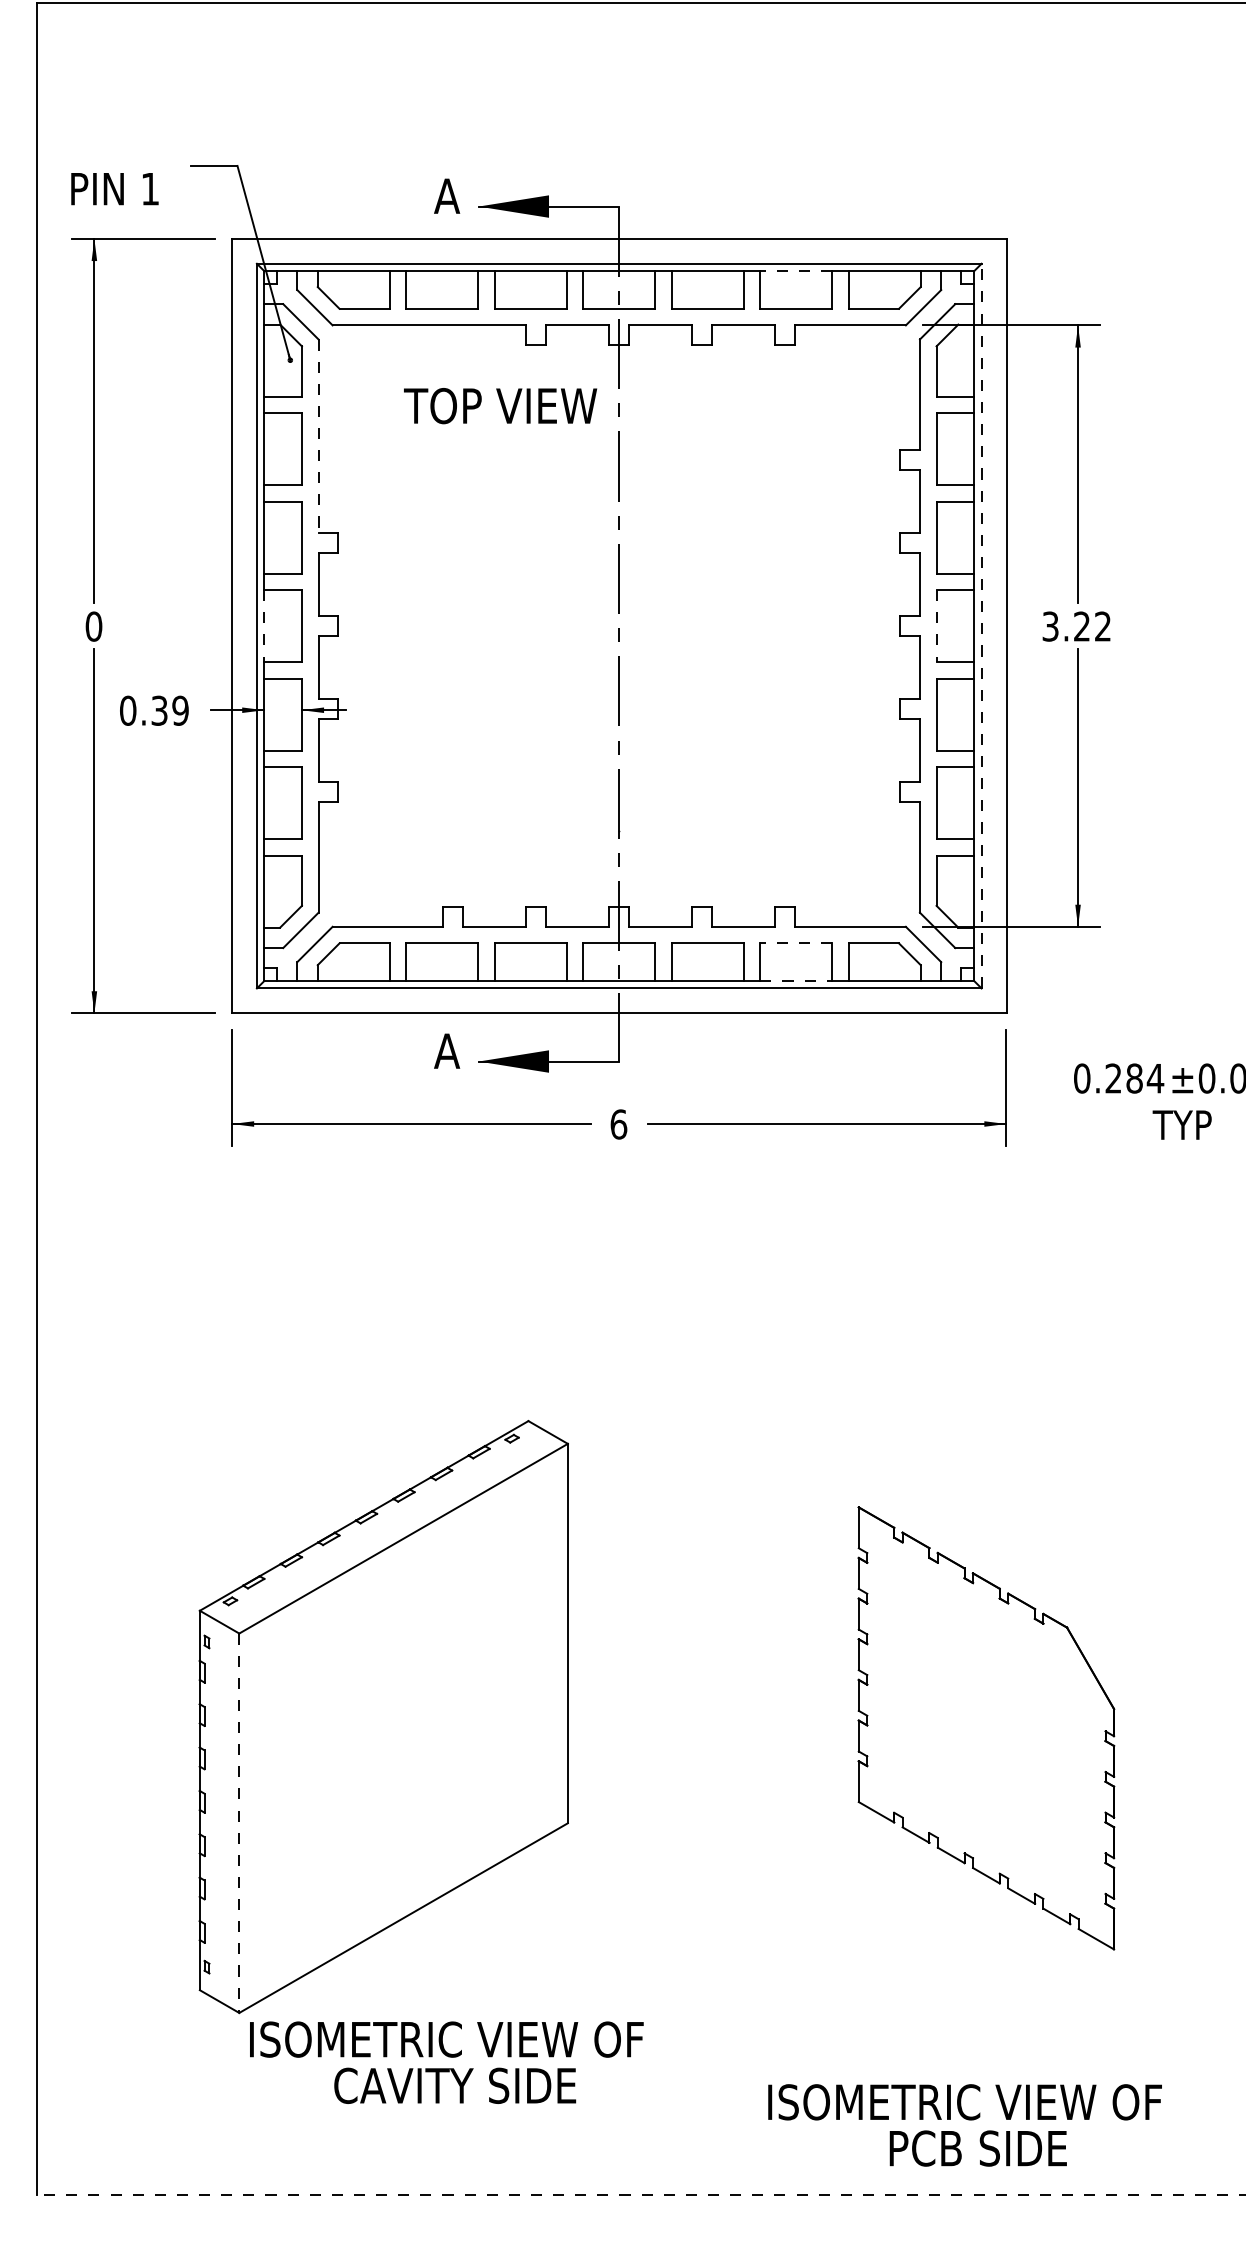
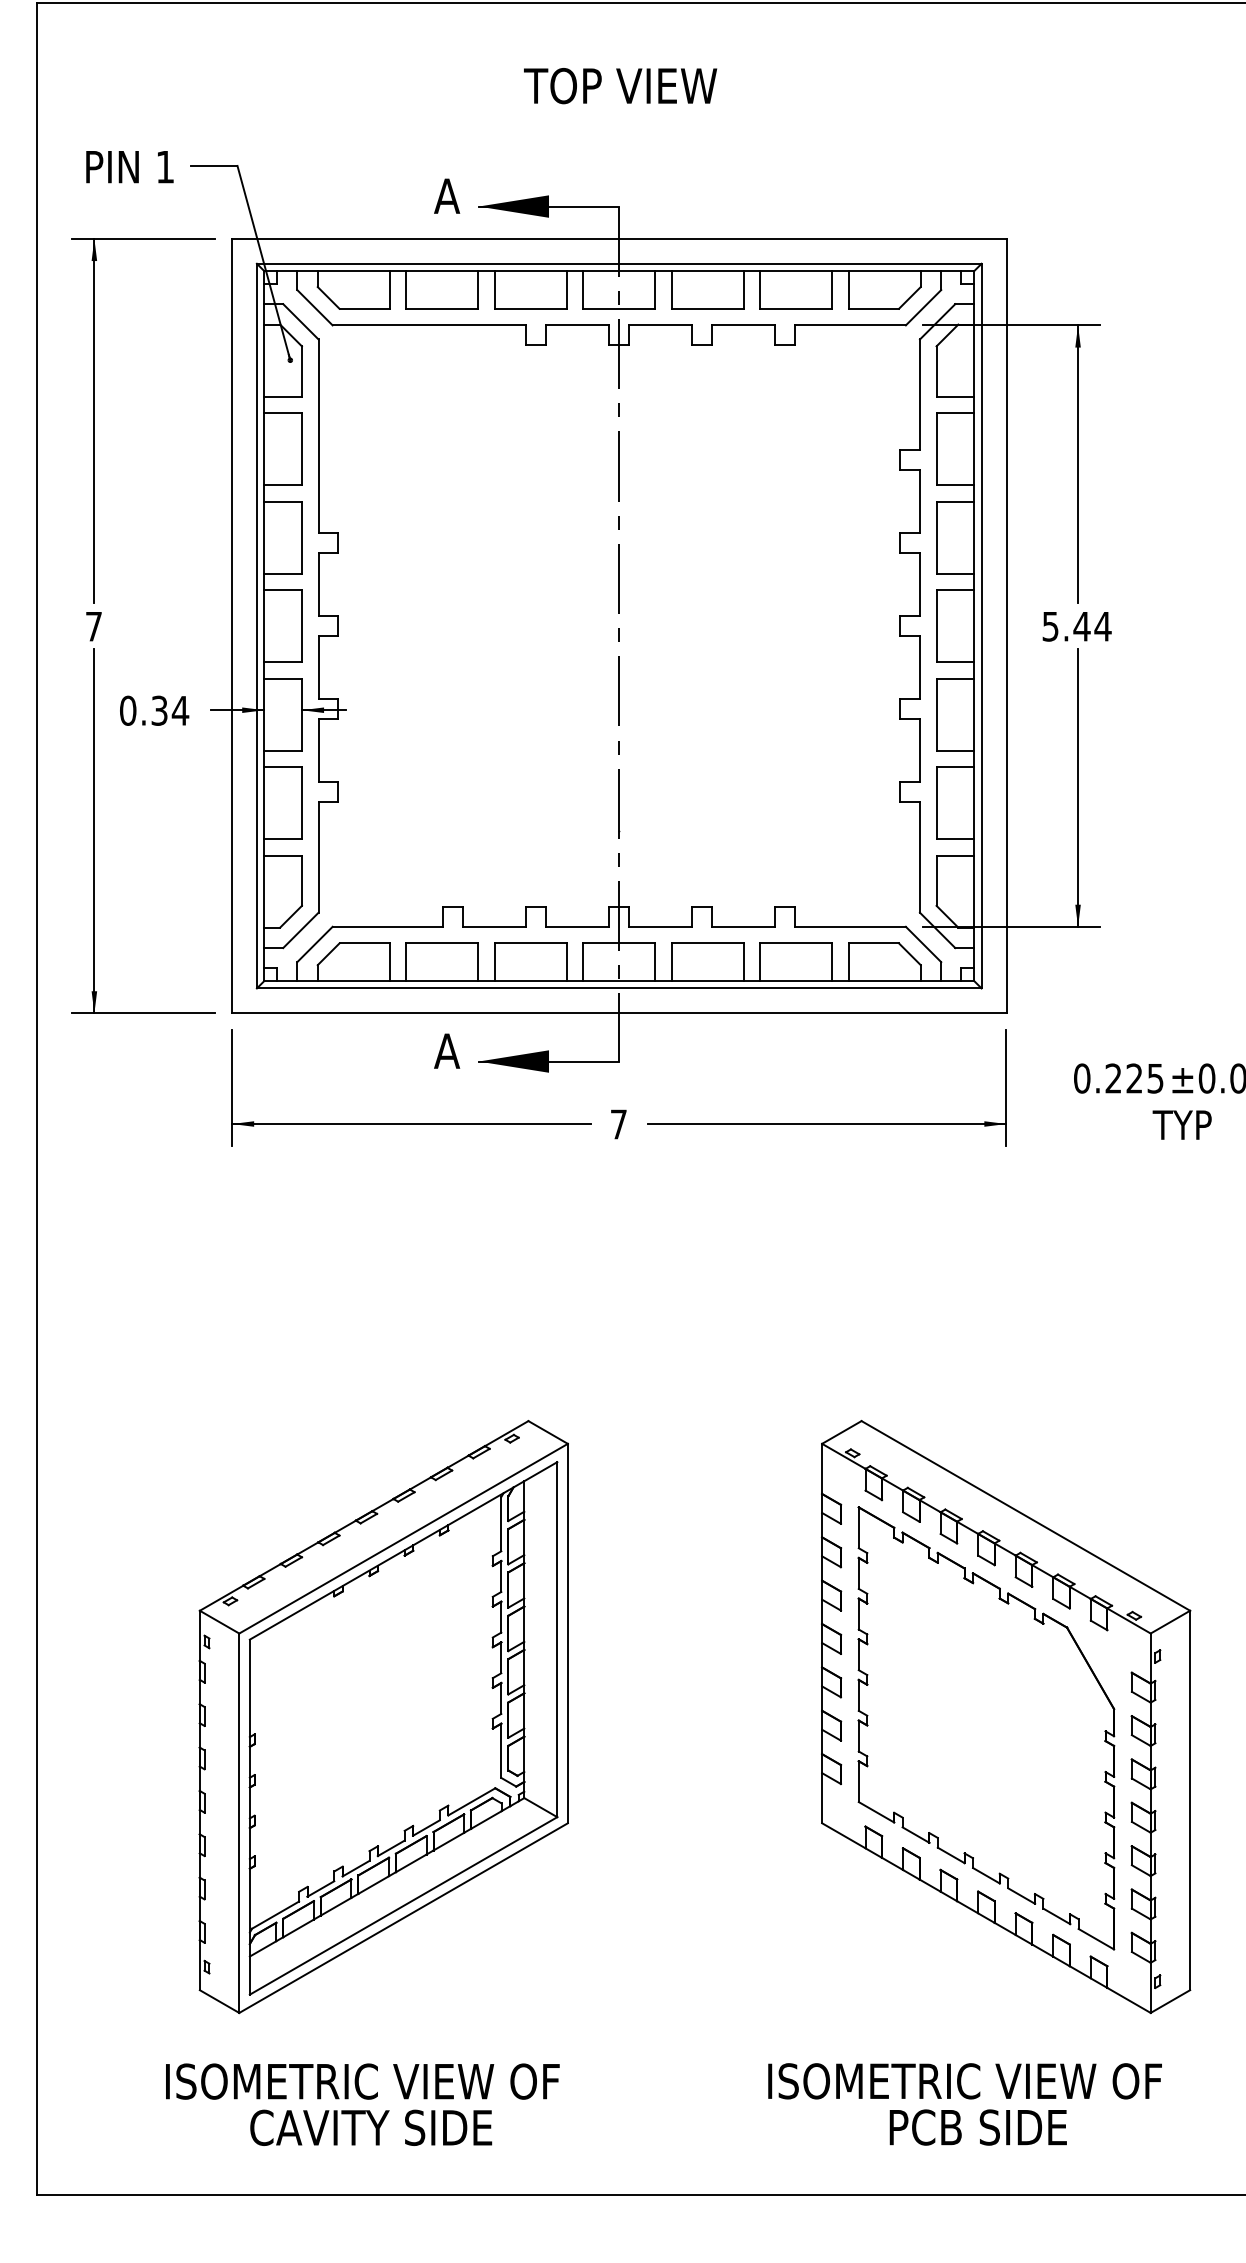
text at (114, 189) position: (114, 189) -> (129, 167)
line at (796, 271): dashed -> solid
text at (500, 406) position: (500, 406) -> (620, 86)
line at (318, 436): dashed -> solid
line at (981, 625): dashed -> solid
text at (93, 626): 0 -> 7
line at (264, 626): dashed -> solid
line at (936, 626): dashed -> solid
text at (1077, 626): 3.22 -> 5.44
text at (180, 710): 0.39 -> 0.34
line at (796, 943): dashed -> solid
line at (796, 981): dashed -> solid
text at (1145, 1078): 0.284 -> 0.225
text at (618, 1124): 6 -> 7
part at (1006, 1717): none -> present
part at (403, 1728): none -> present
line at (239, 1823): dashed -> solid
text at (446, 2062) position: (446, 2062) -> (362, 2104)
text at (964, 2125) position: (964, 2125) -> (964, 2104)
line at (641, 2195): dashed -> solid
